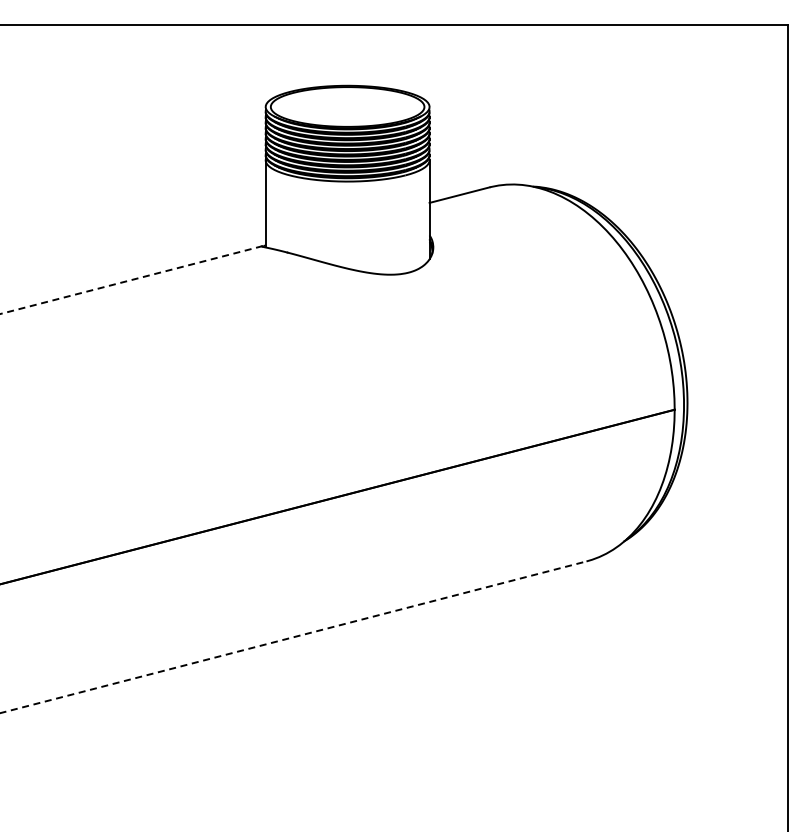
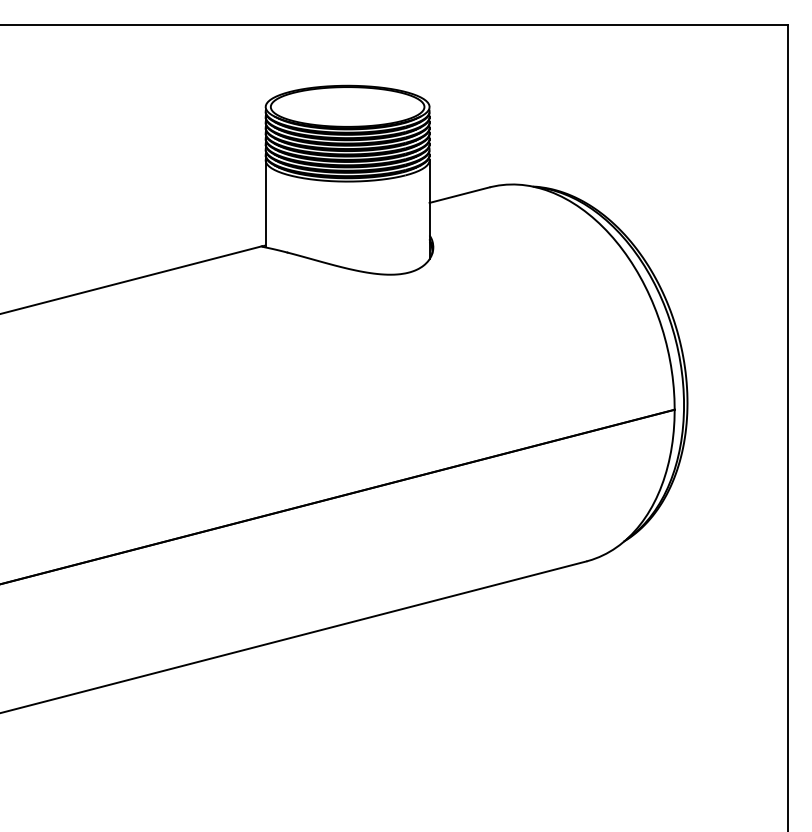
line at (131, 280): dashed -> solid
line at (293, 637): dashed -> solid
